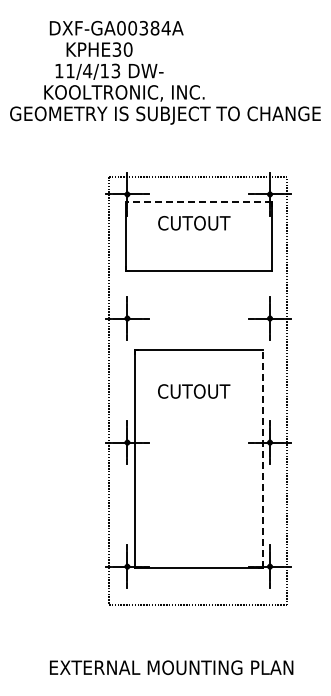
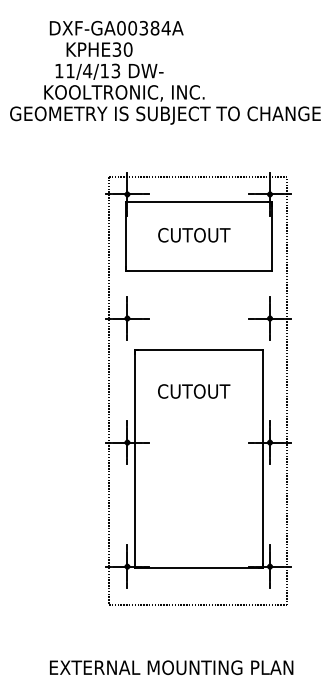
line at (198, 202): dashed -> solid
text at (194, 223) position: (194, 223) -> (194, 235)
line at (262, 458): dashed -> solid
